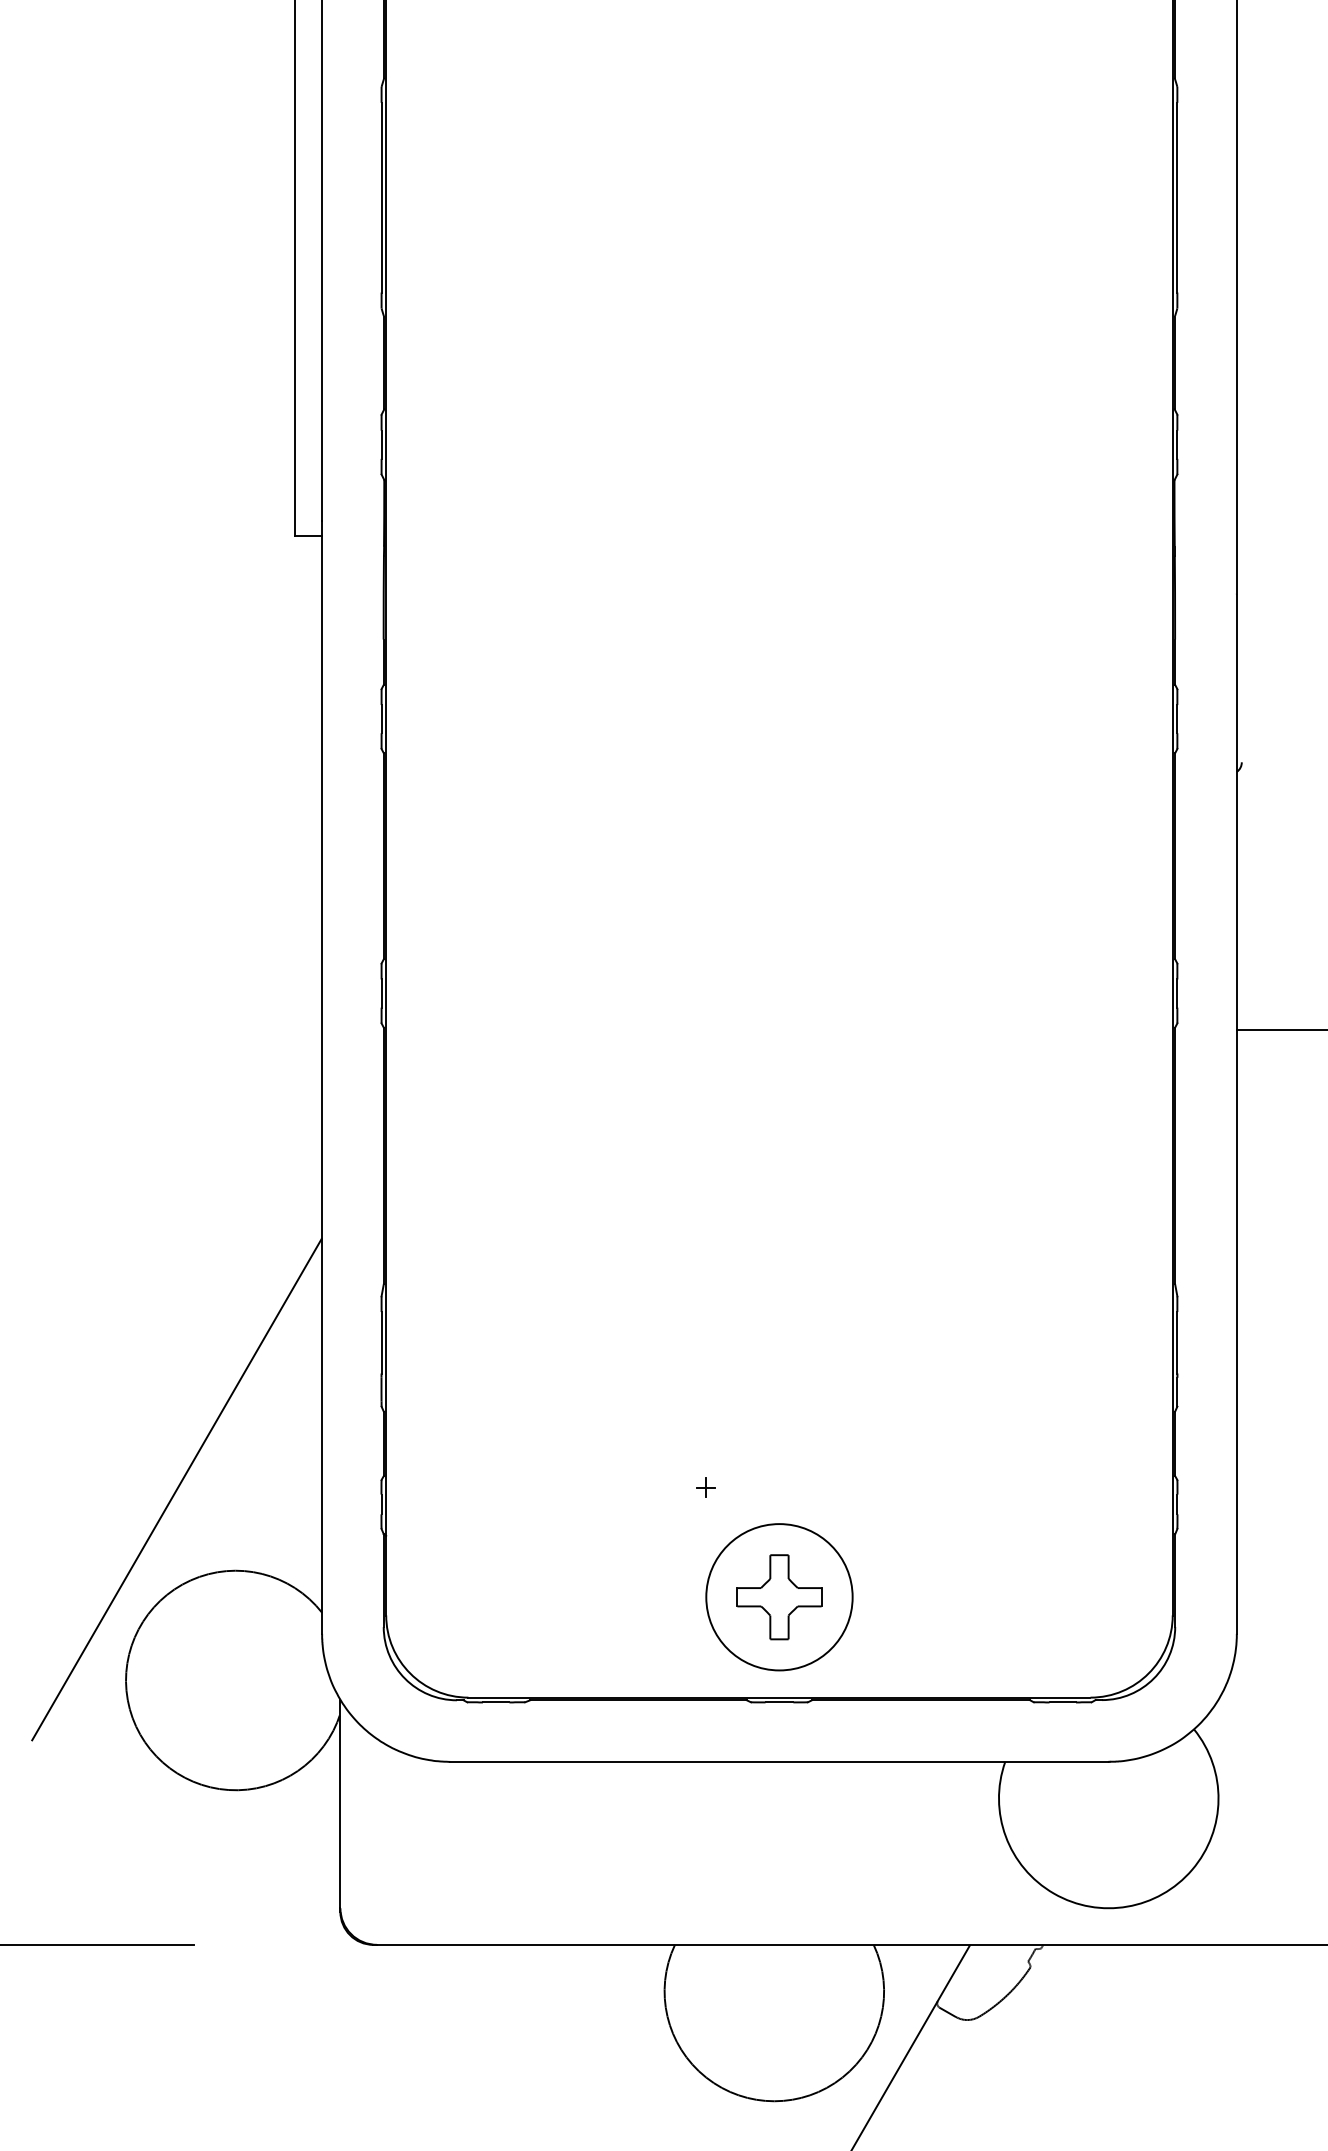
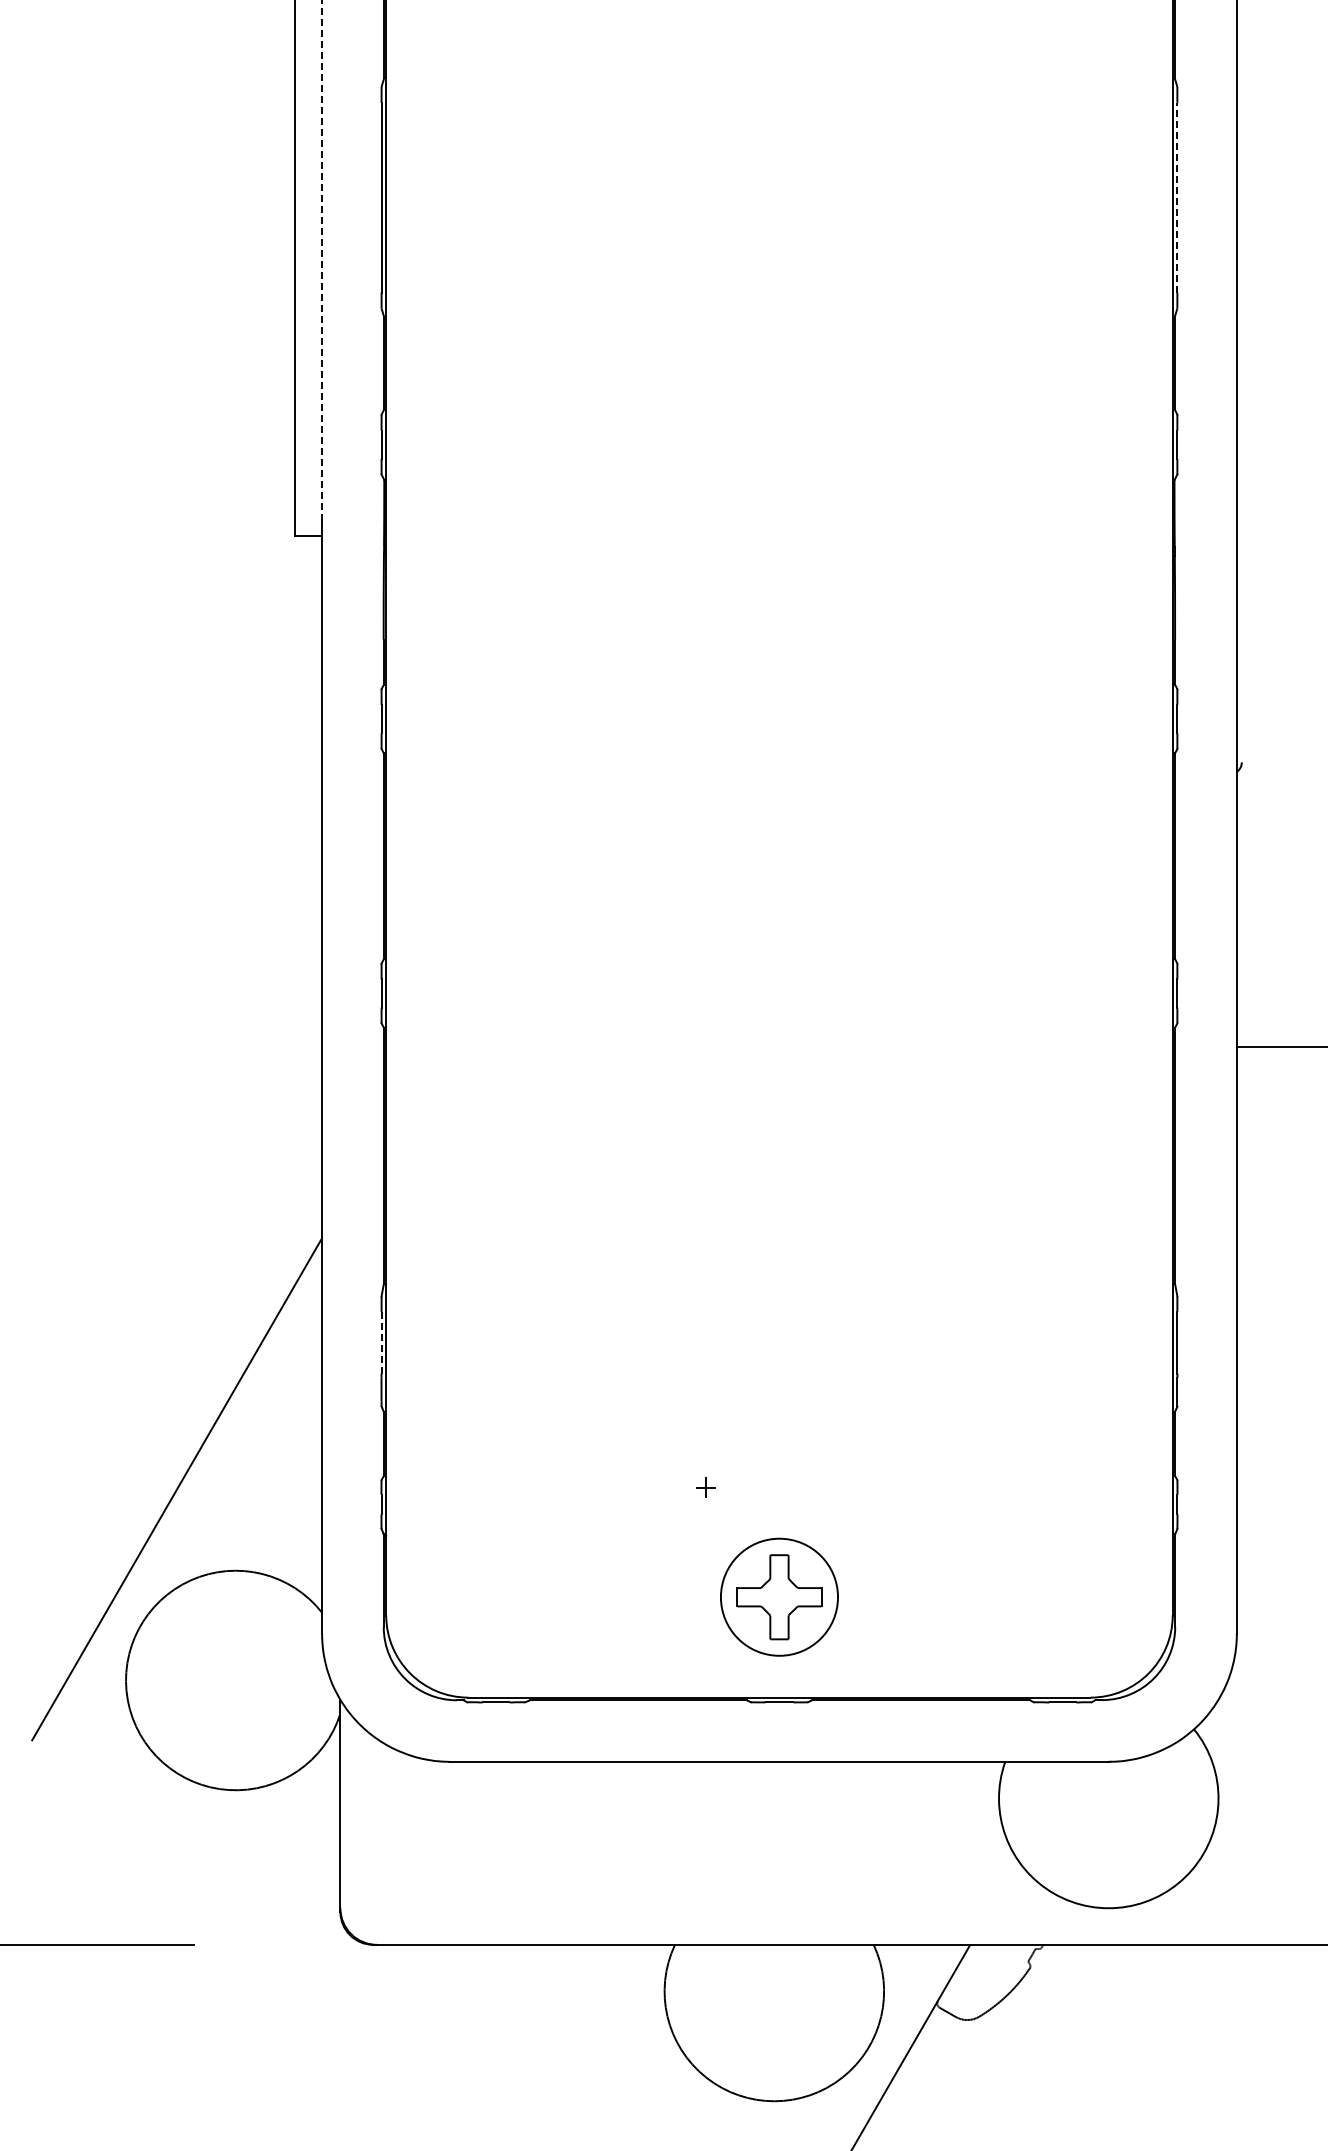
line at (1177, 197): solid -> dashed
line at (322, 260): solid -> dashed
line at (1280, 1030) position: (1280, 1030) -> (1280, 1047)
line at (381, 1342): solid -> dashed
circle at (779, 1597) diameter: 146 px -> 117 px
